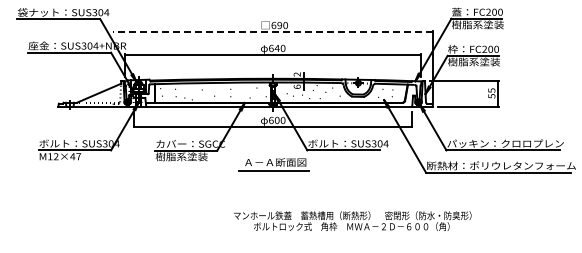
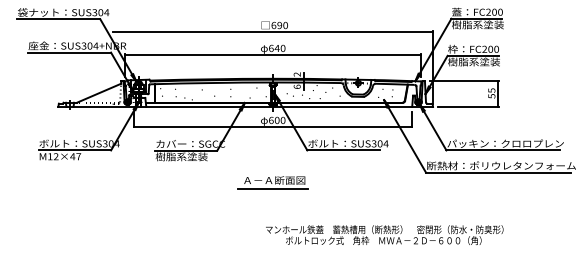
line at (273, 31): dashed -> solid
part at (273, 164) position: (273, 164) -> (272, 182)
text at (352, 220) position: (352, 220) -> (384, 234)
